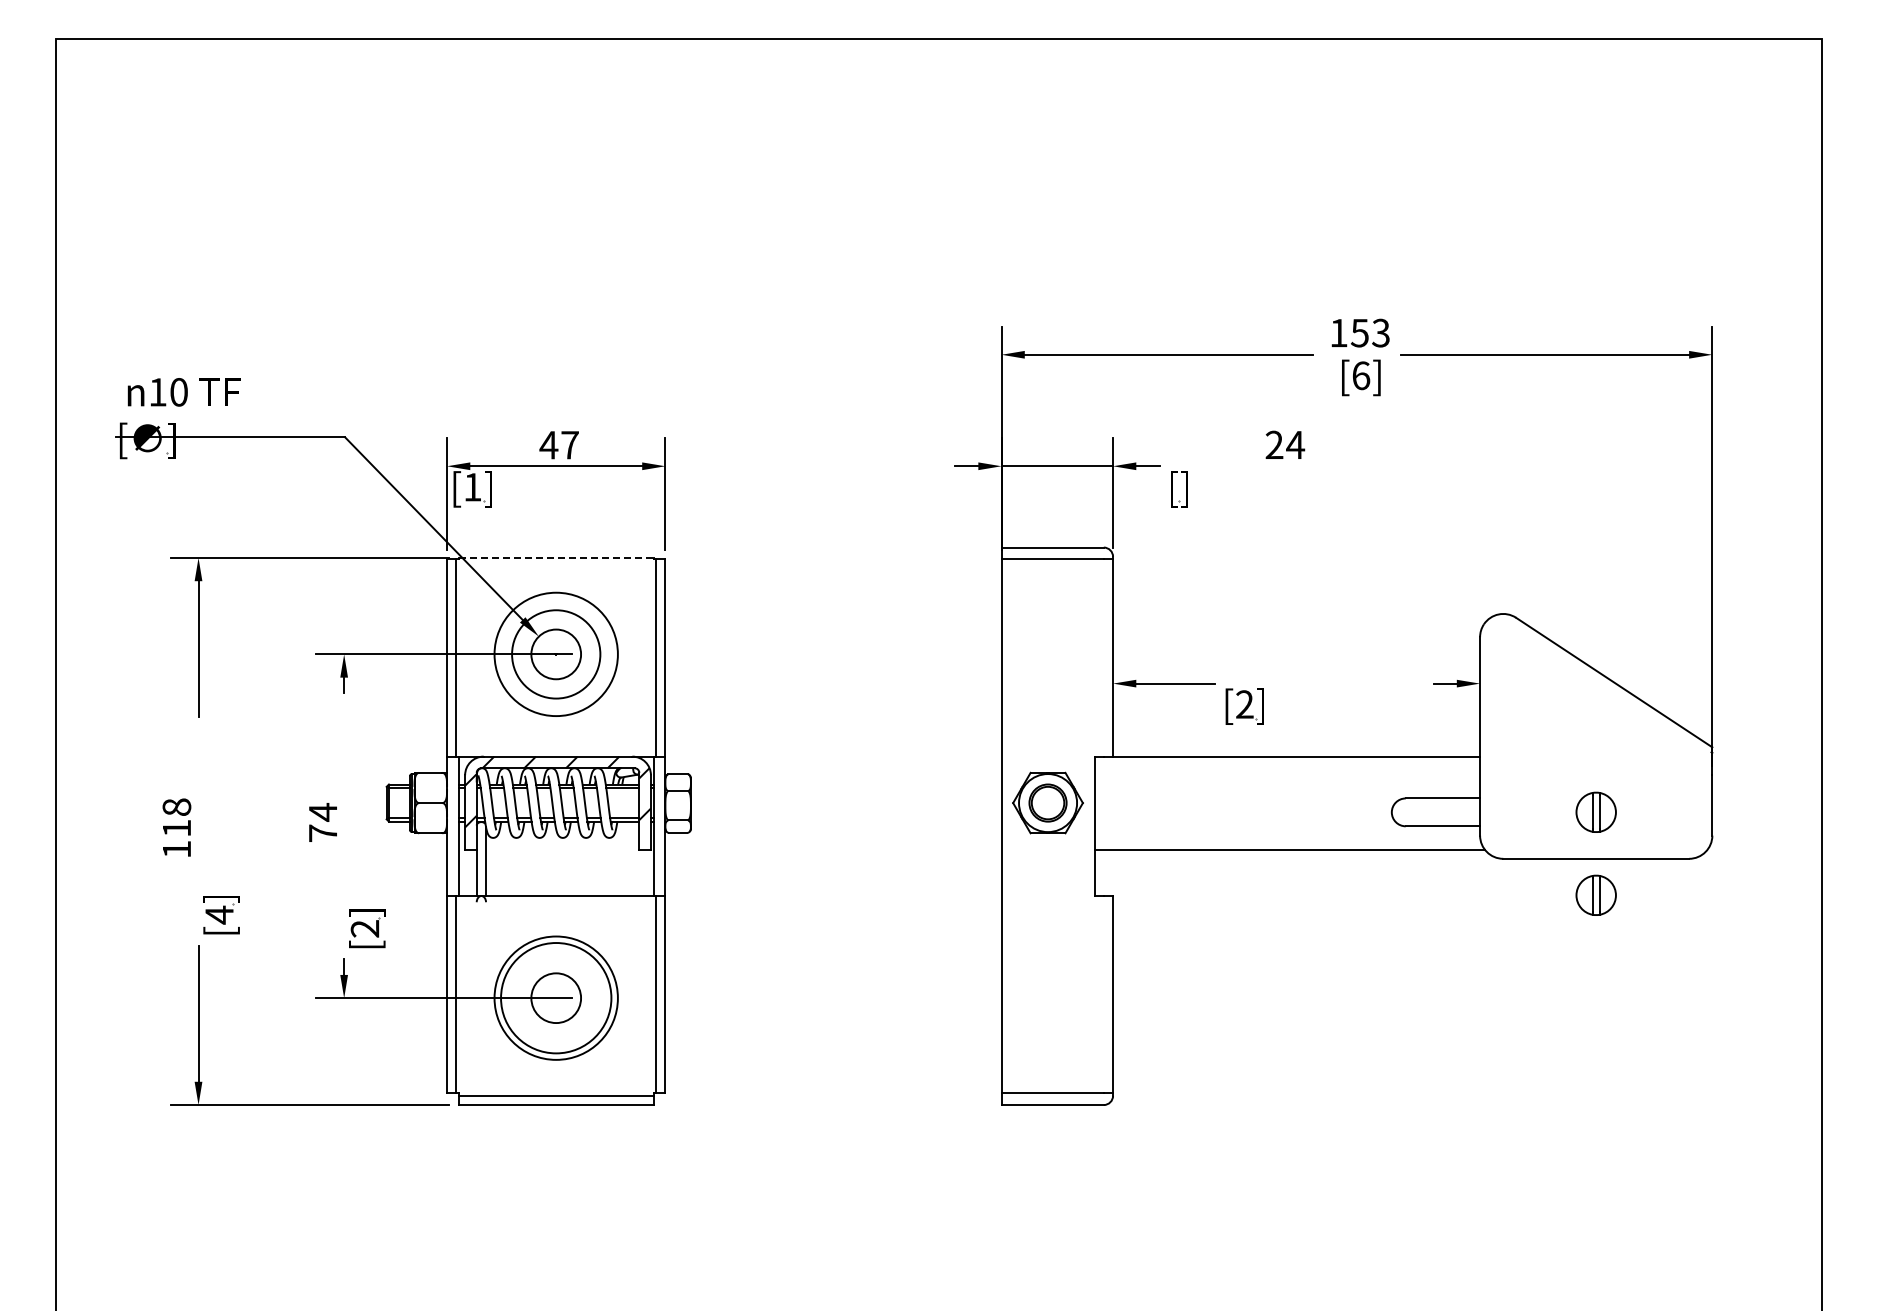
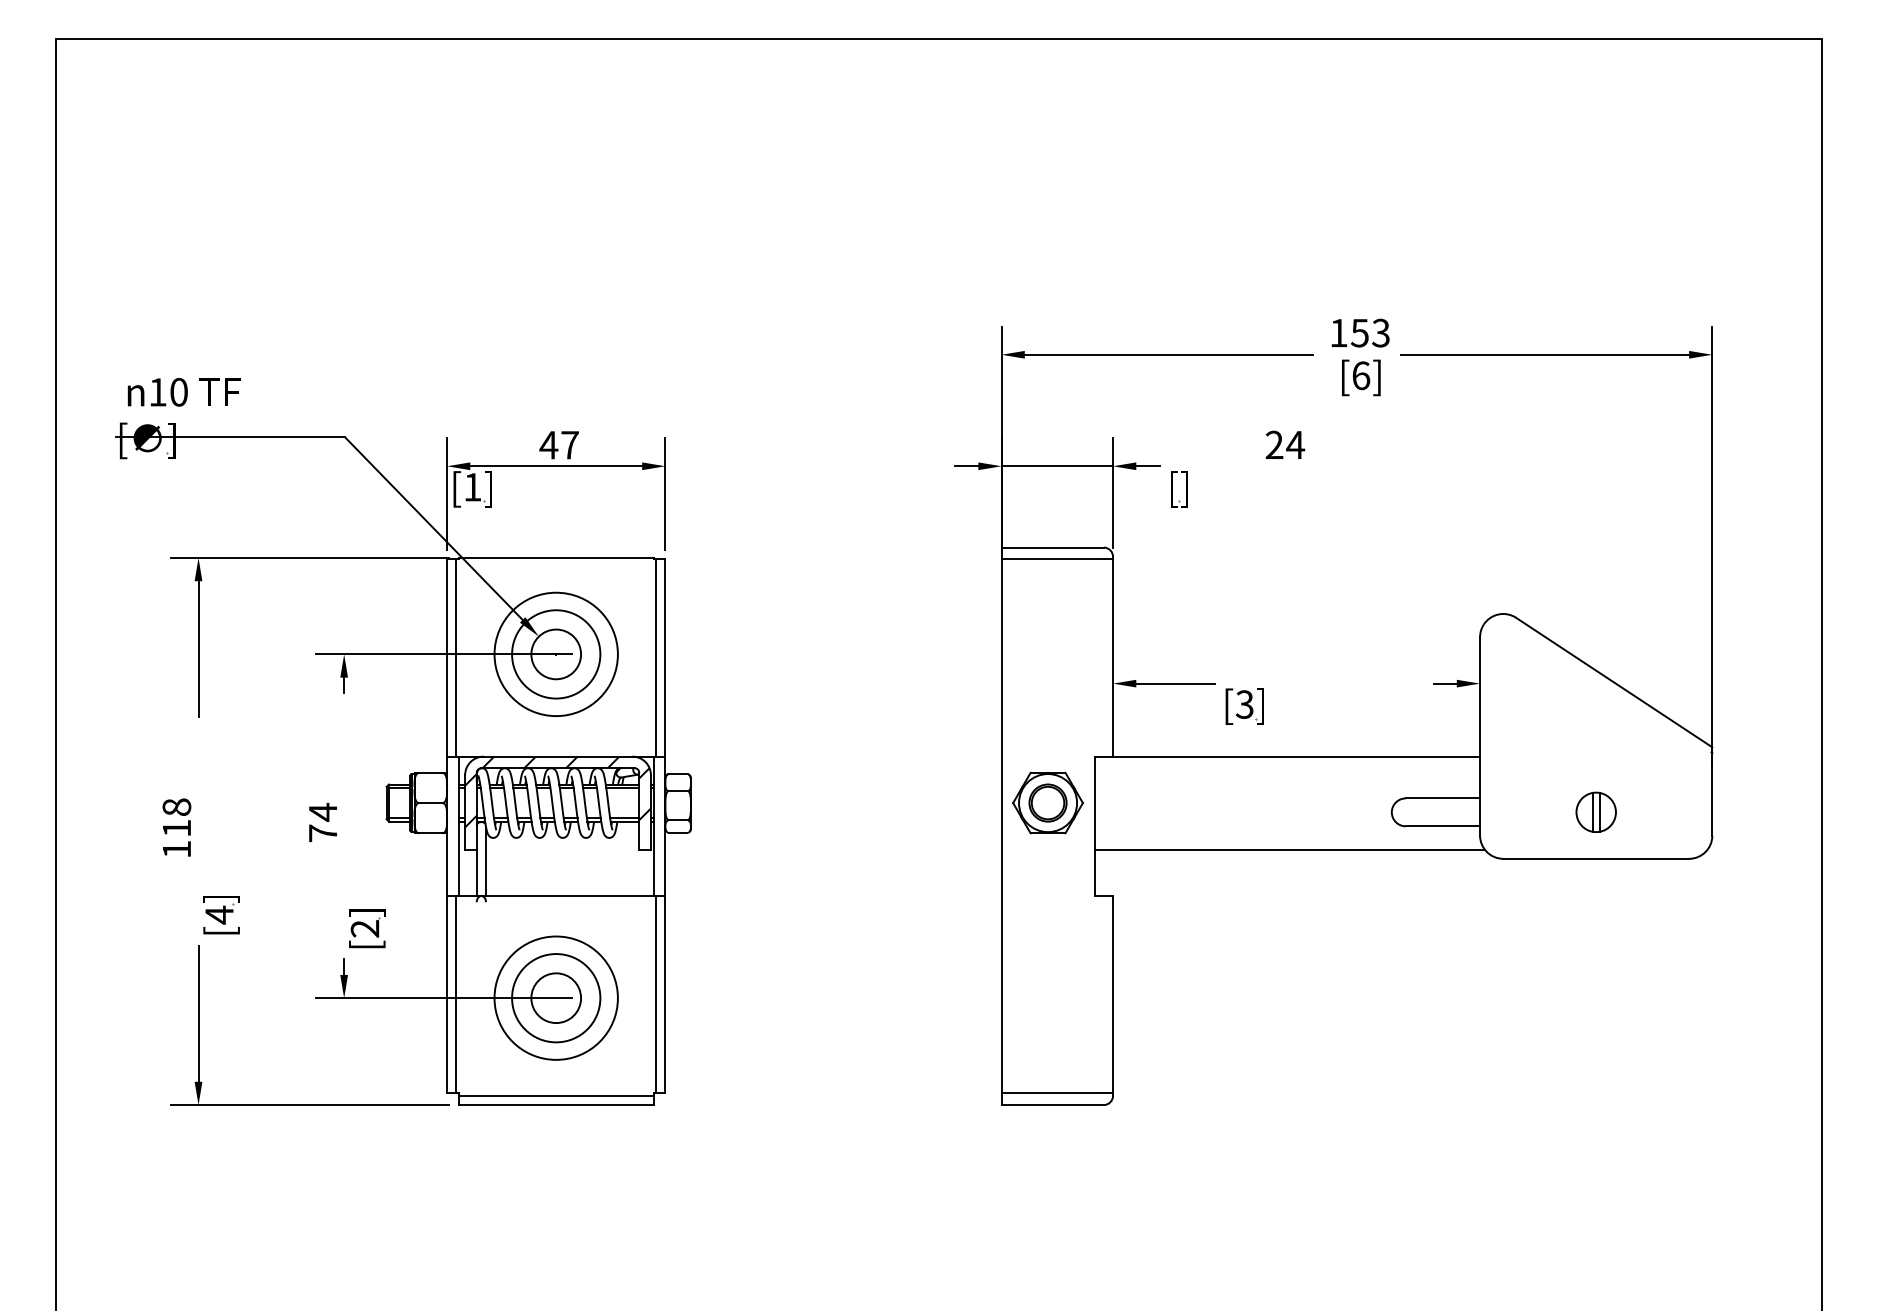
line at (556, 557): dashed -> solid
text at (1244, 704): [2 -> [3
part at (1595, 894): present -> none
circle at (556, 998) diameter: 110 px -> 88 px
